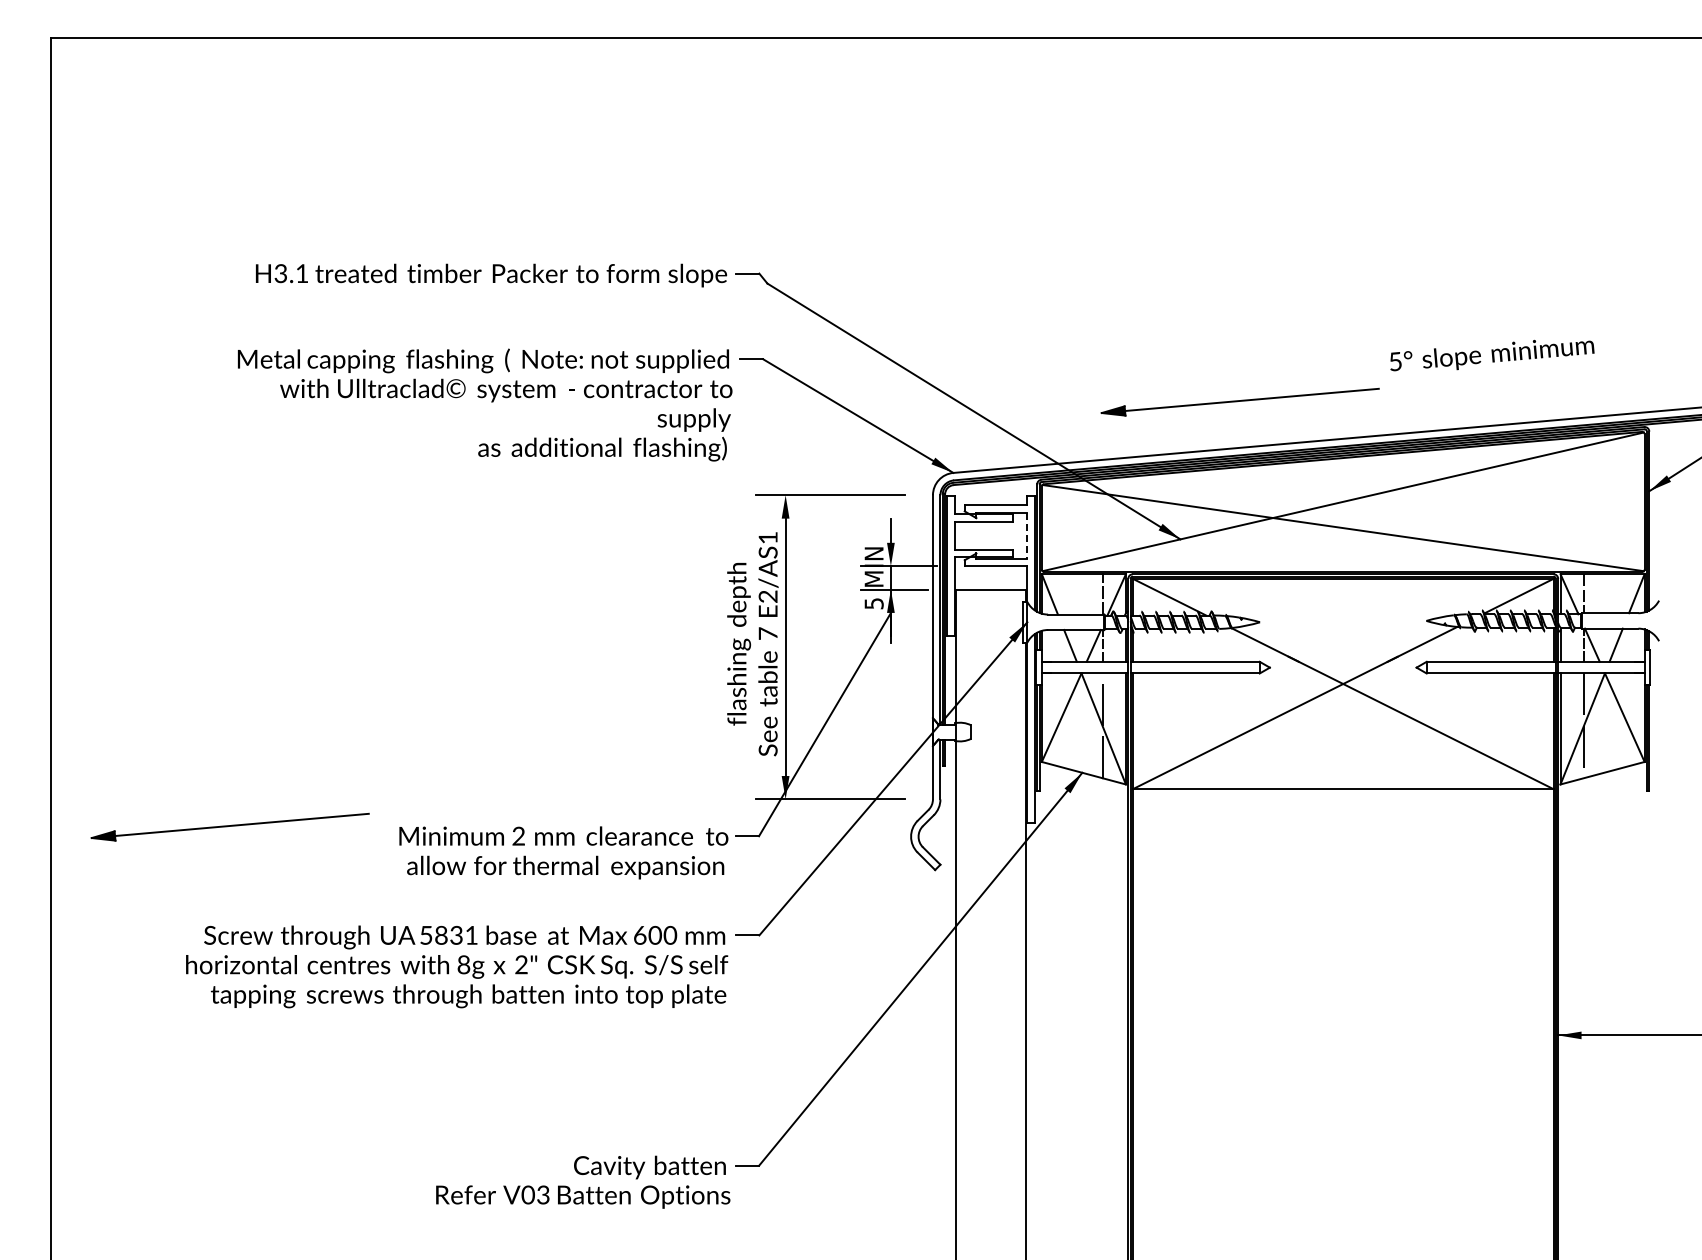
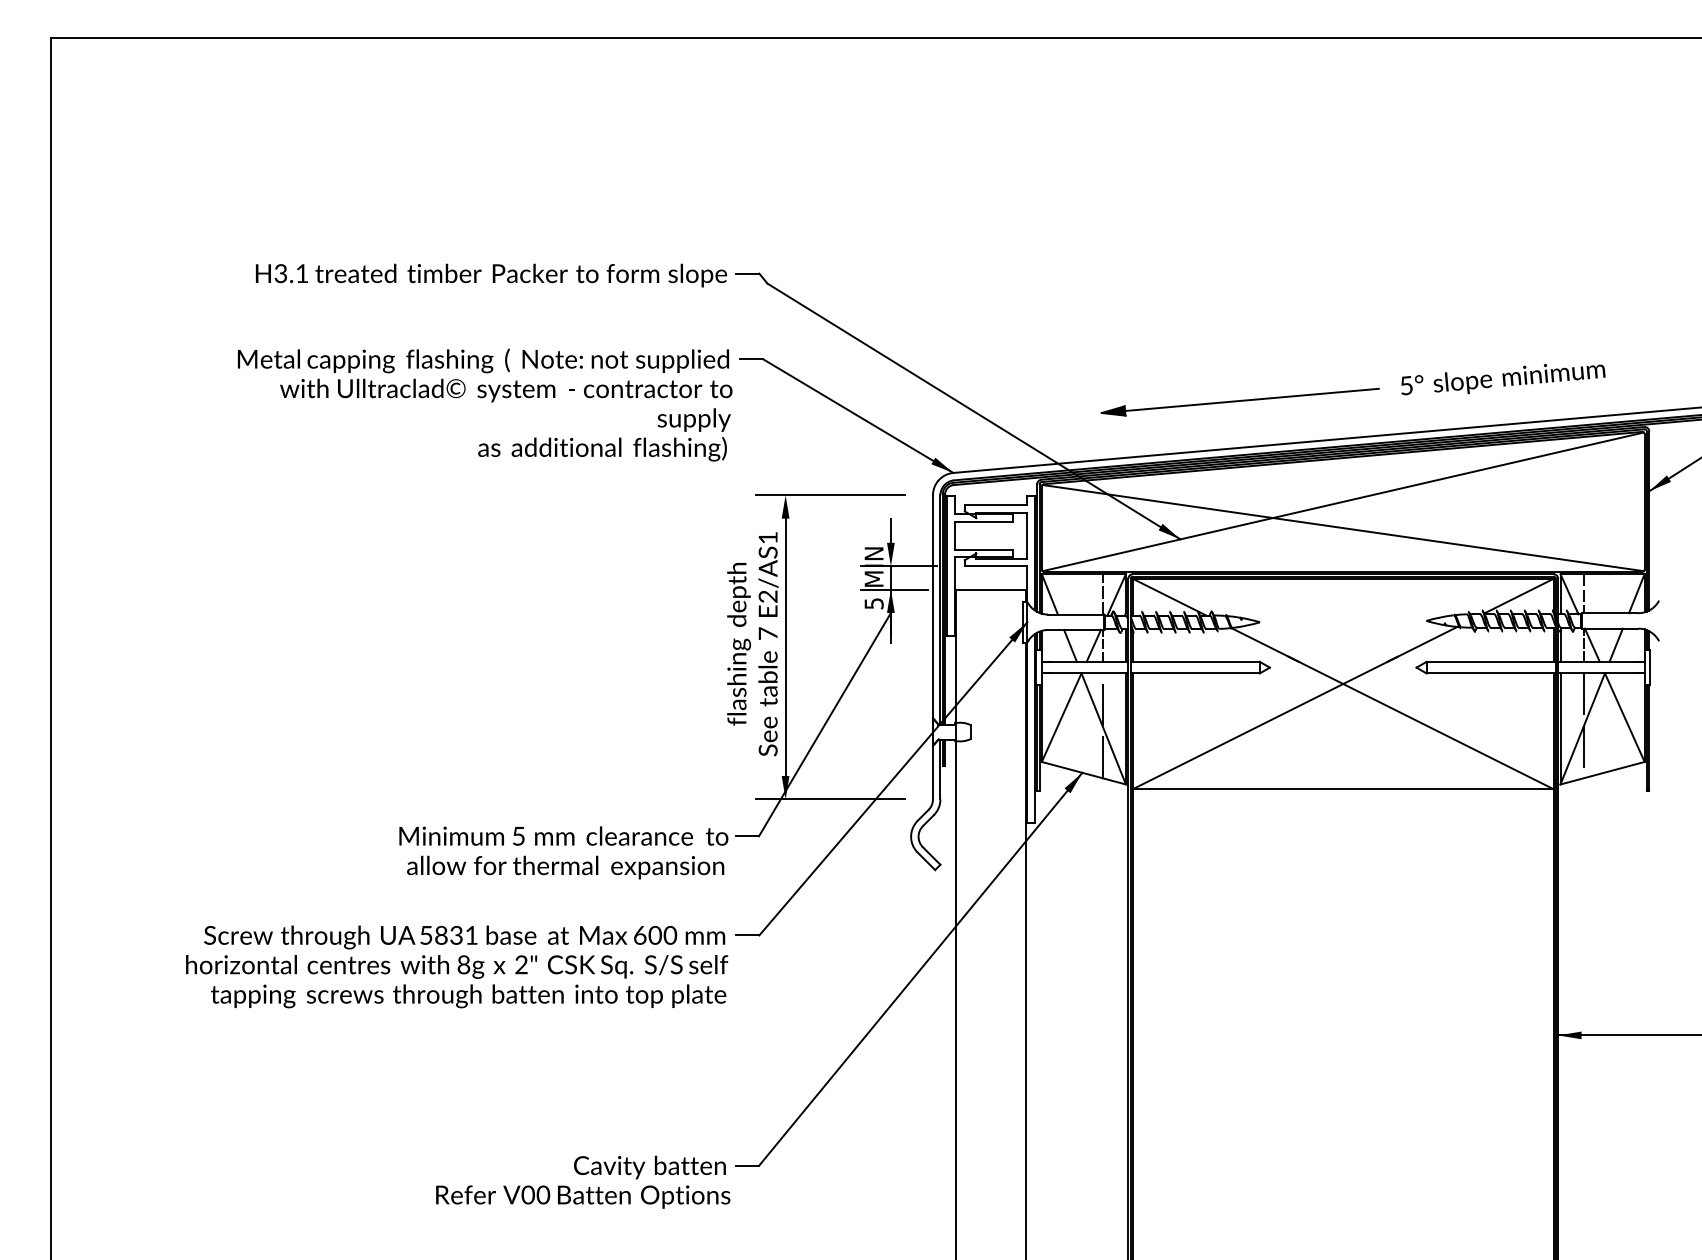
text at (1492, 355) position: (1492, 355) -> (1503, 379)
line at (1027, 535): dashed -> solid
part at (229, 826): present -> none
text at (518, 835): 2 -> 5
text at (543, 1194): V03 -> V00
